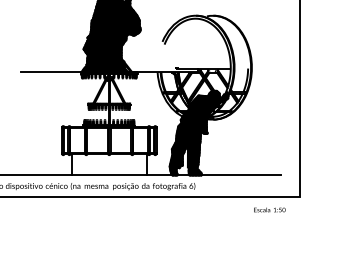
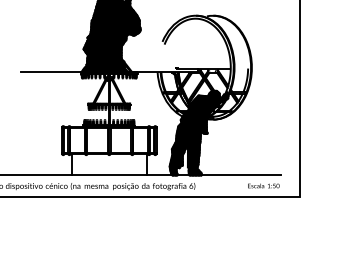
text at (269, 209) position: (269, 209) -> (263, 185)
